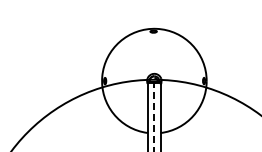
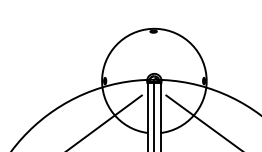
line at (154, 116): dashed -> solid
line at (105, 121): none -> present
line at (202, 121): none -> present
